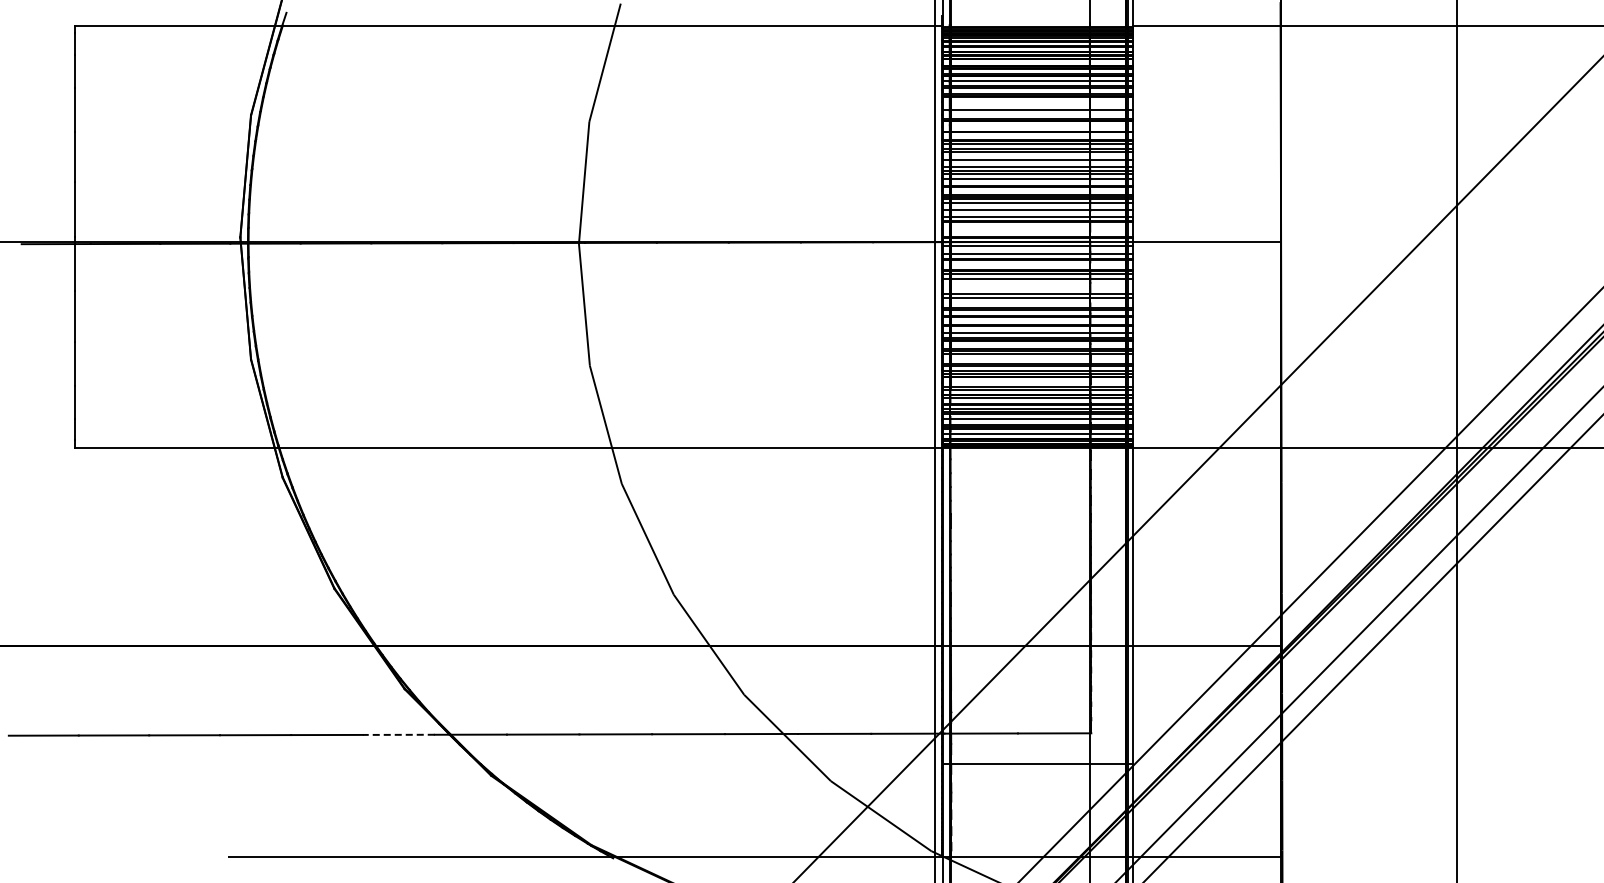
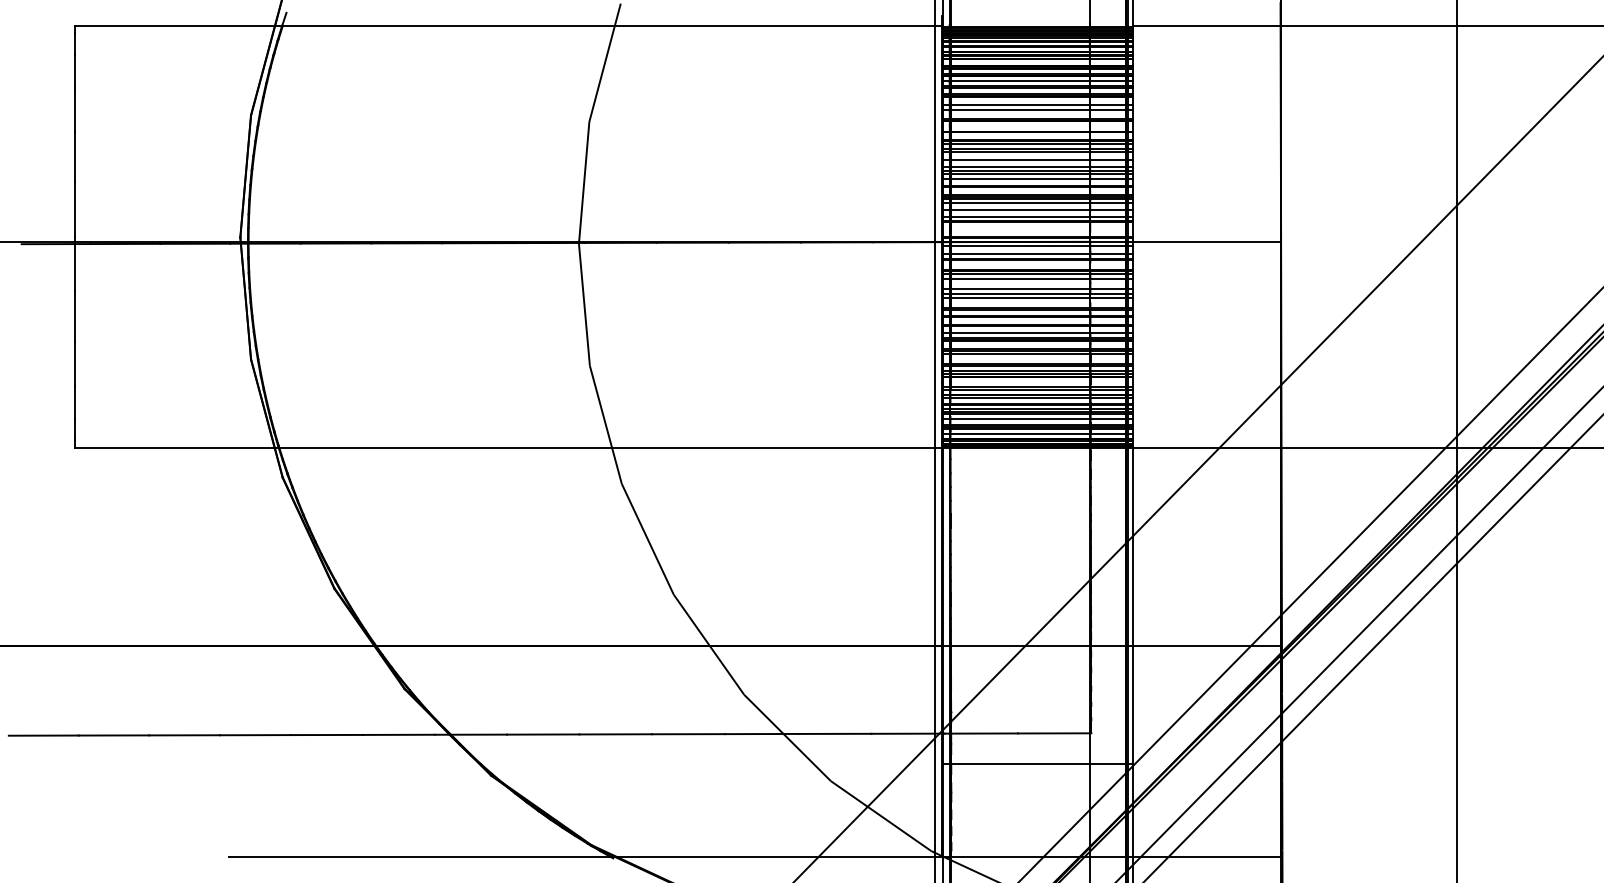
line at (1037, 104): none -> present
line at (1037, 289): none -> present
line at (398, 734): dashed -> solid
